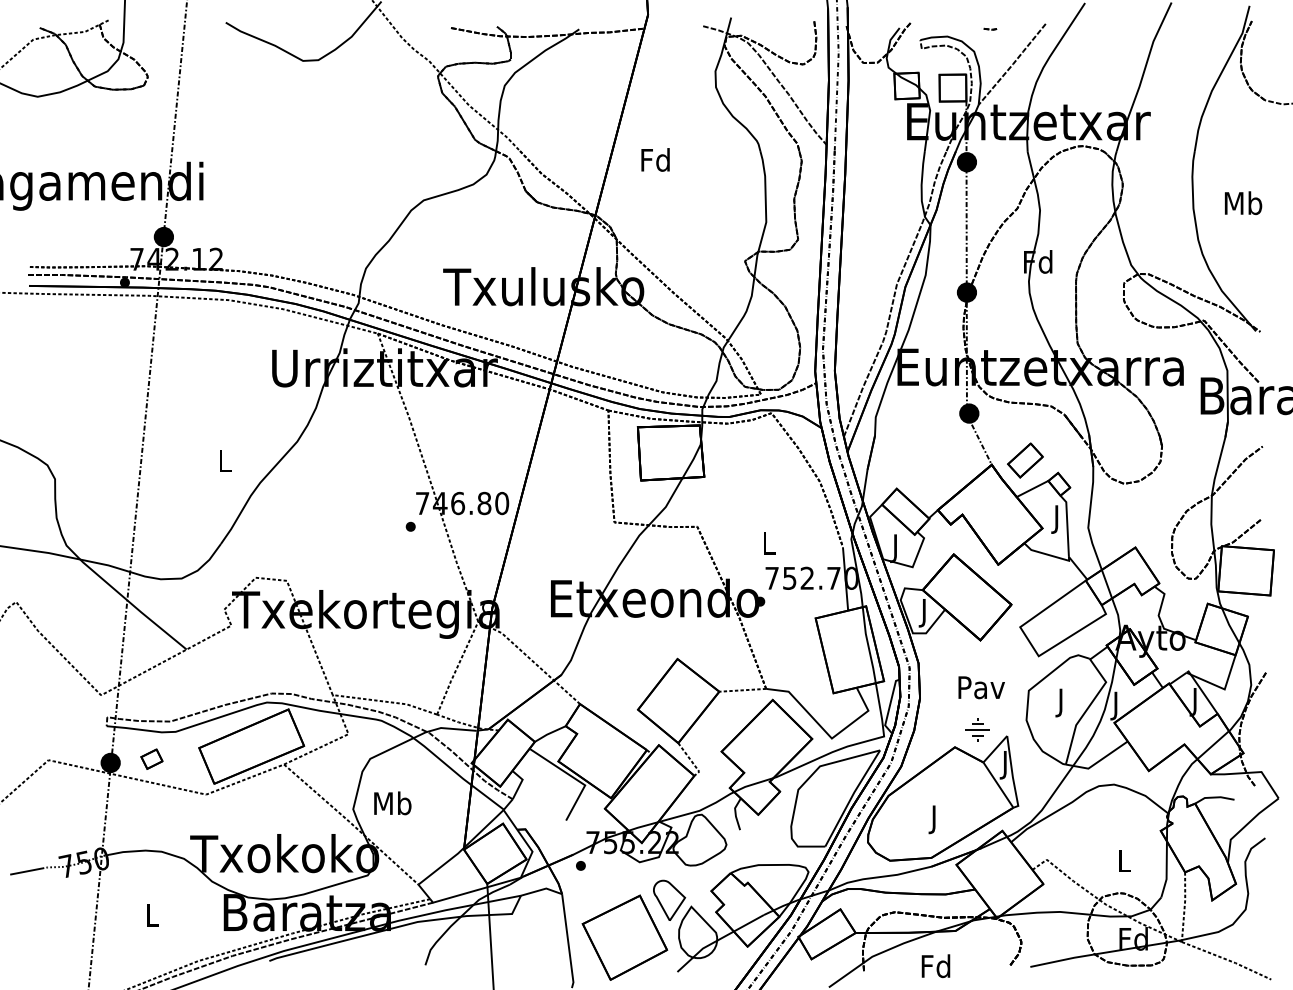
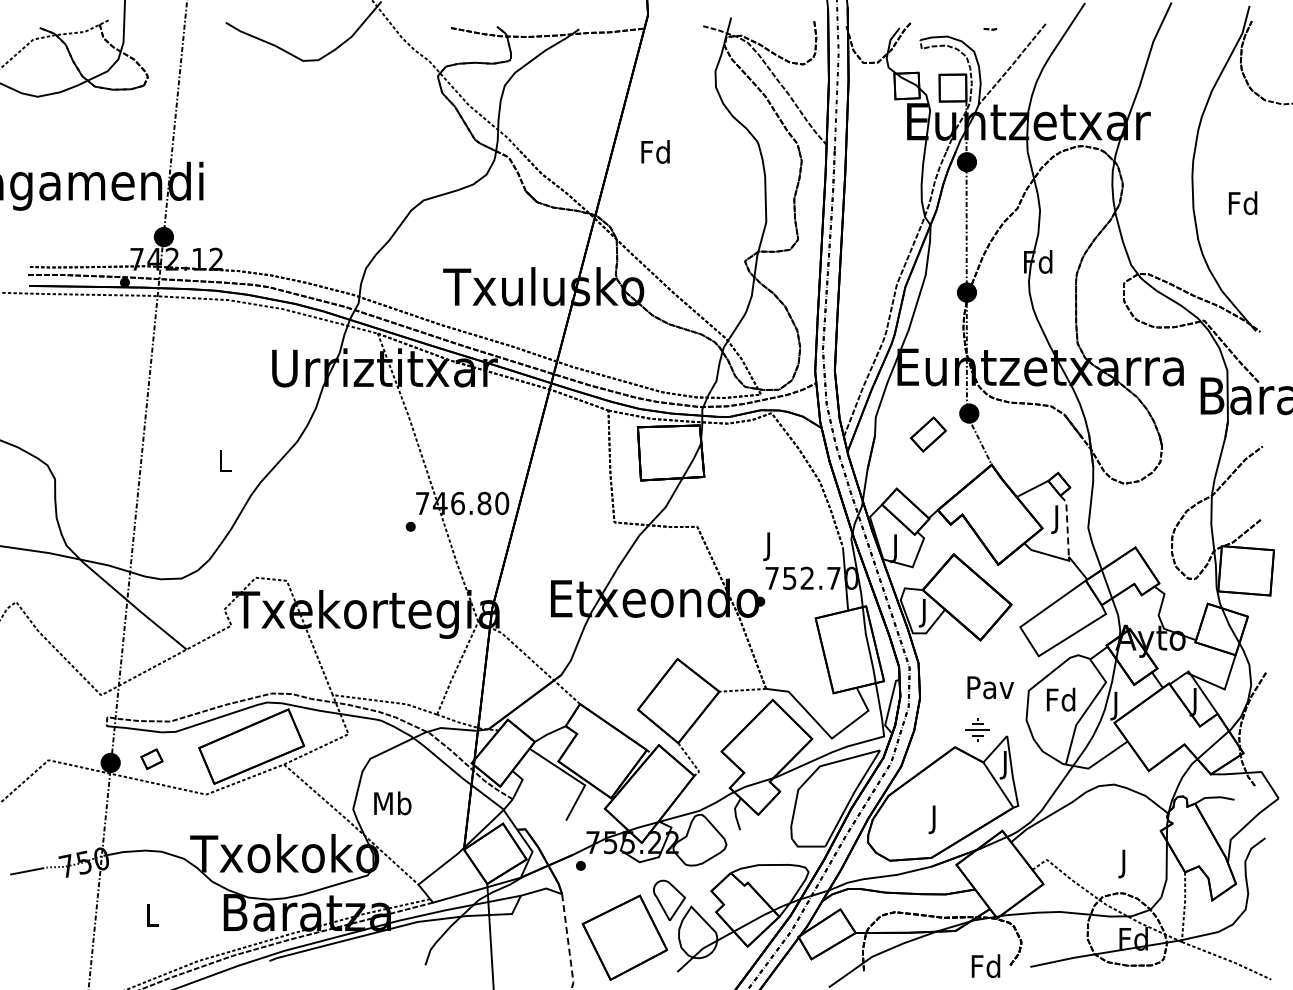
text at (655, 159) position: (655, 159) -> (655, 151)
text at (1243, 203): Mb -> Fd
part at (1025, 460) position: (1025, 460) -> (928, 434)
line at (1067, 525): solid -> dashed
text at (769, 546): L -> J
text at (981, 687) position: (981, 687) -> (990, 687)
text at (1060, 702): J -> Fd
text at (1124, 863): L -> J
line at (568, 941): solid -> dashed
text at (935, 966) position: (935, 966) -> (985, 966)
